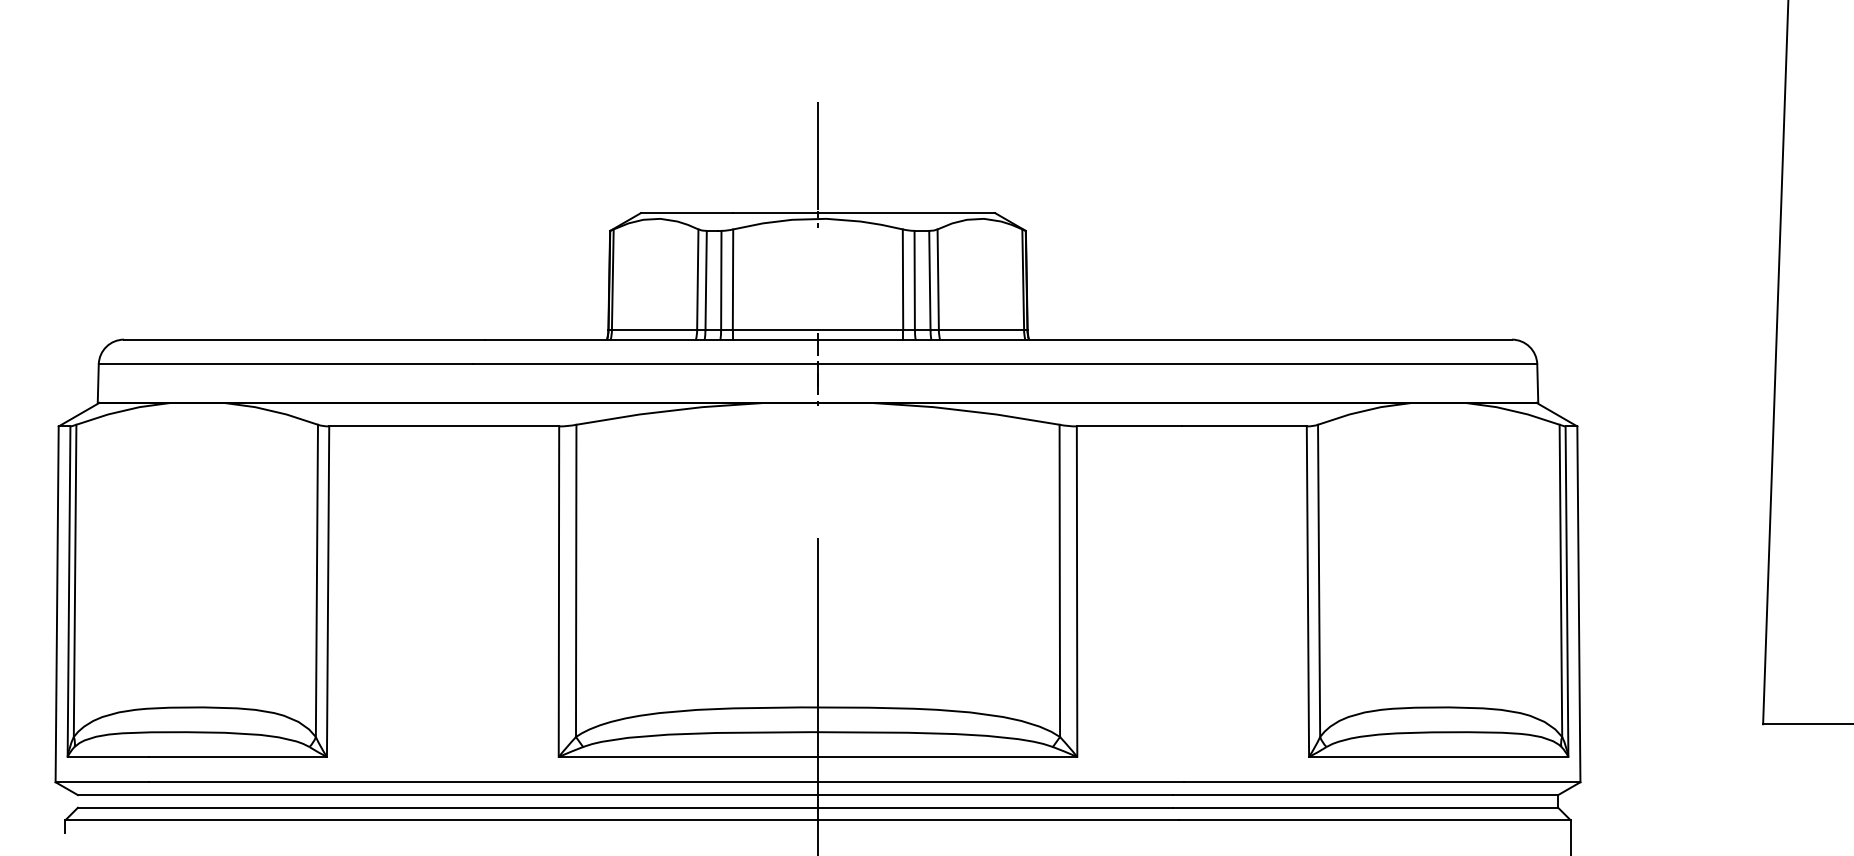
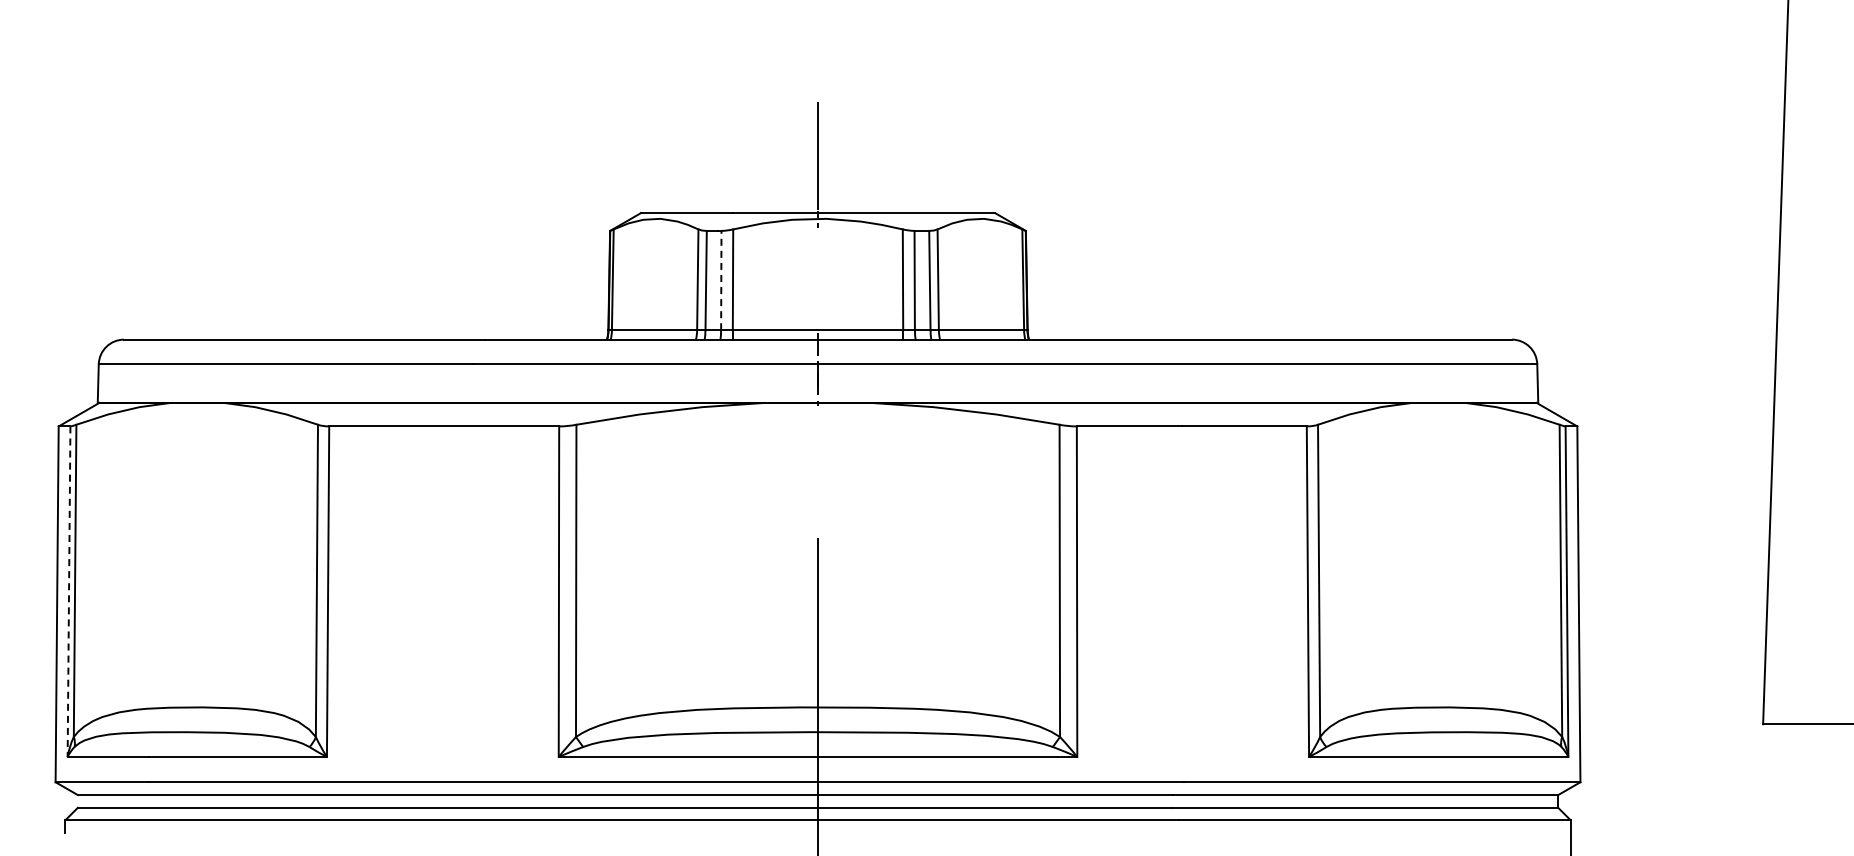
line at (721, 280): solid -> dashed
line at (69, 592): solid -> dashed
